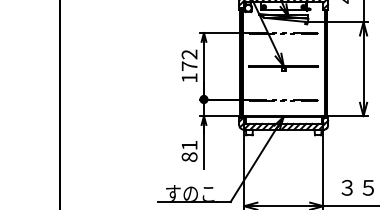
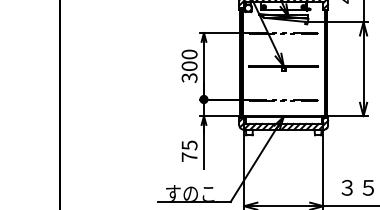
text at (189, 65): 172 -> 300
text at (189, 150): 81 -> 75
